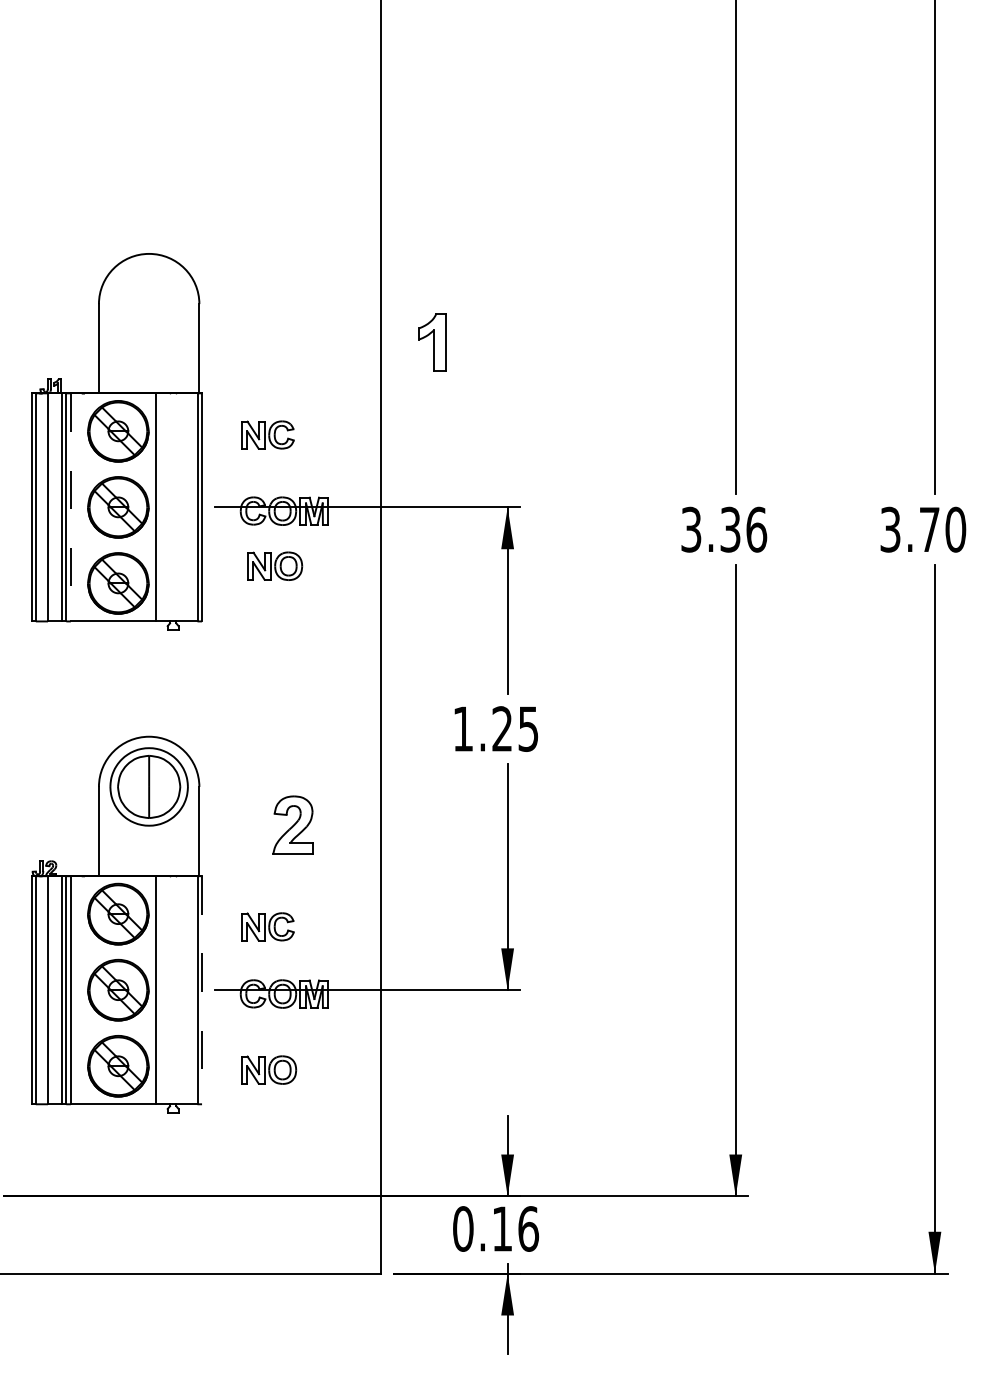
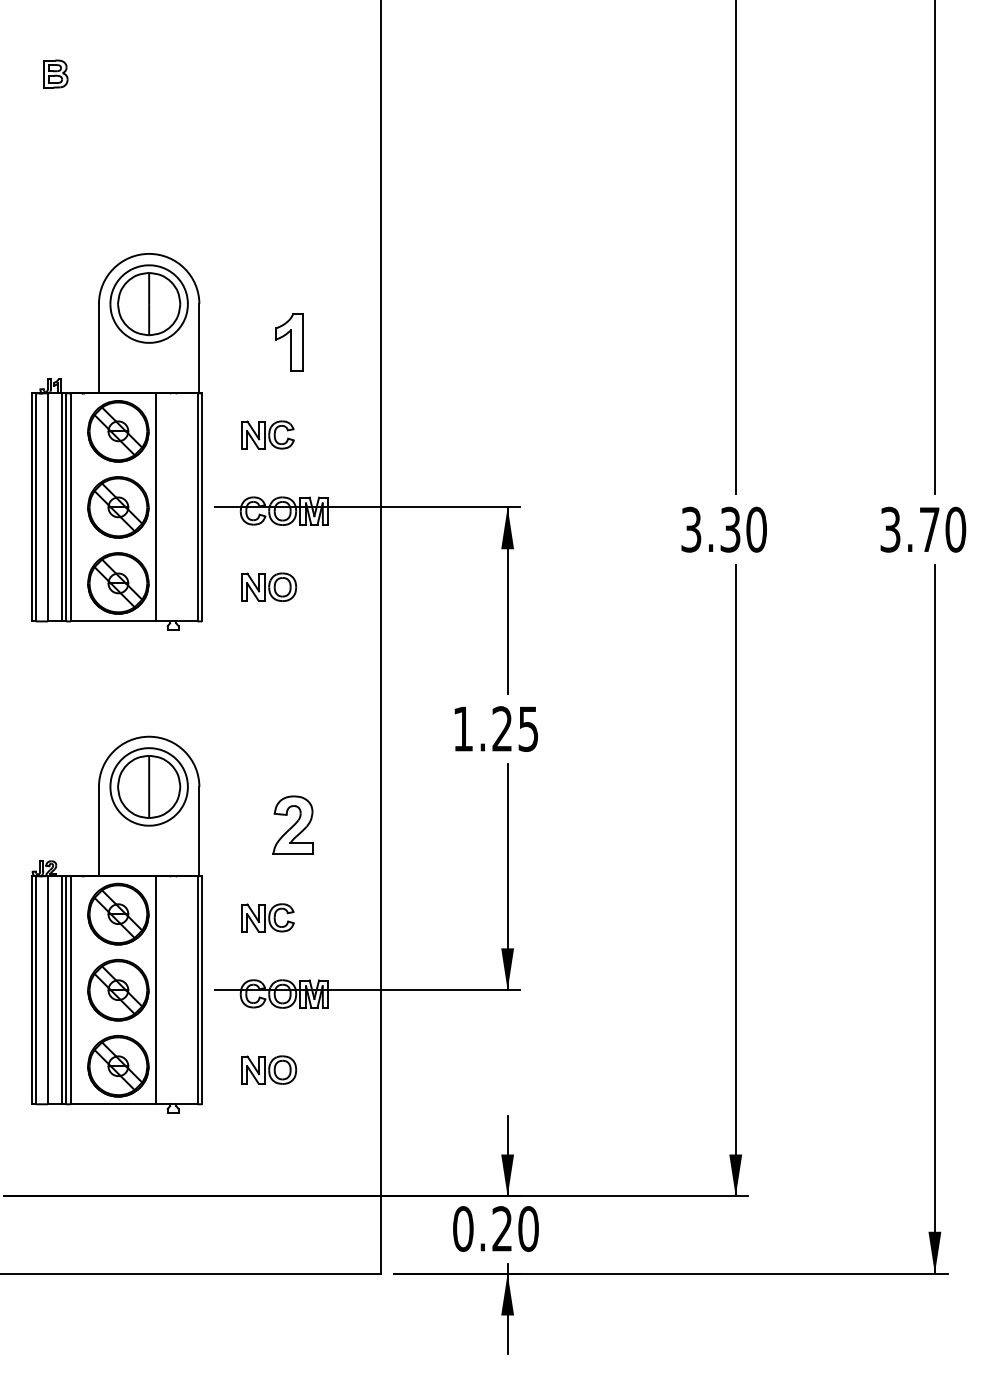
part at (55, 73): none -> present
part at (148, 303): none -> present
part at (432, 342) position: (432, 342) -> (289, 342)
line at (70, 507): dashed -> solid
text at (756, 529): 3.36 -> 3.30
part at (275, 565) position: (275, 565) -> (269, 586)
part at (267, 926) position: (267, 926) -> (267, 917)
line at (202, 990): dashed -> solid
text at (515, 1228): 0.16 -> 0.20
